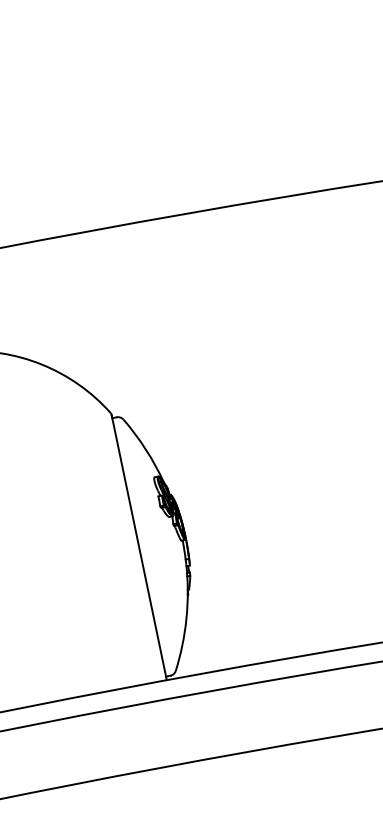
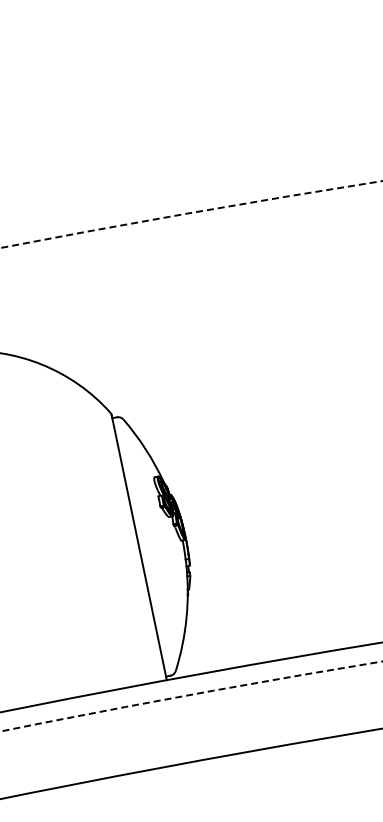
arc at (190, 213): solid -> dashed
arc at (190, 694): solid -> dashed
